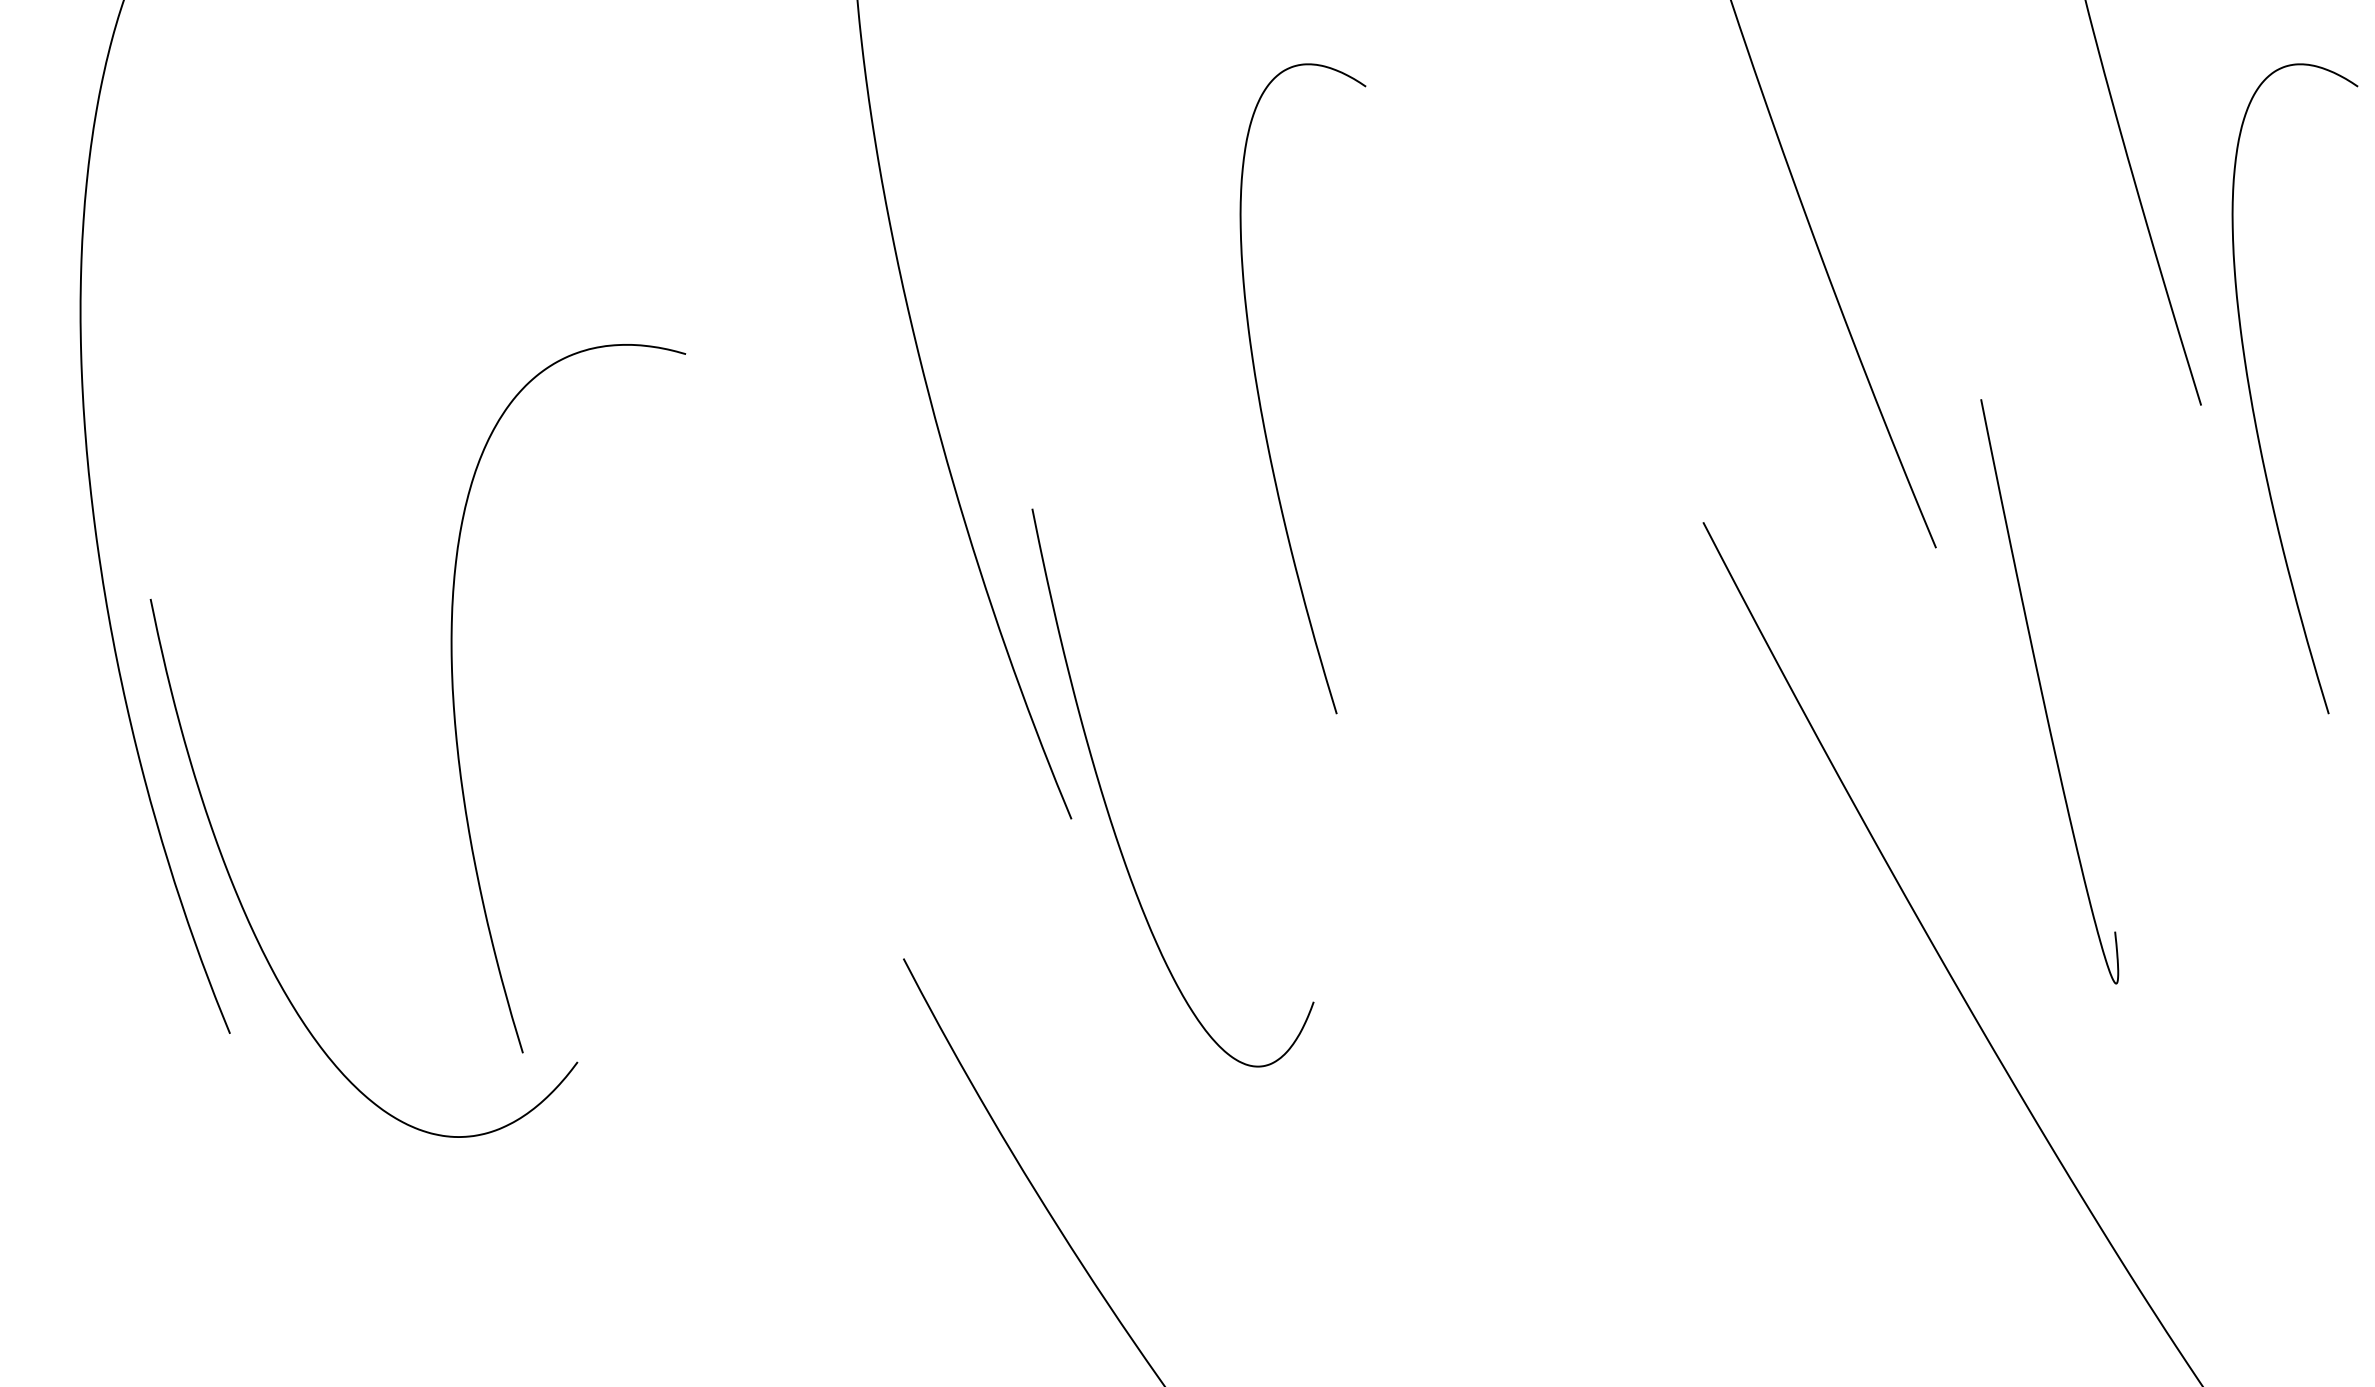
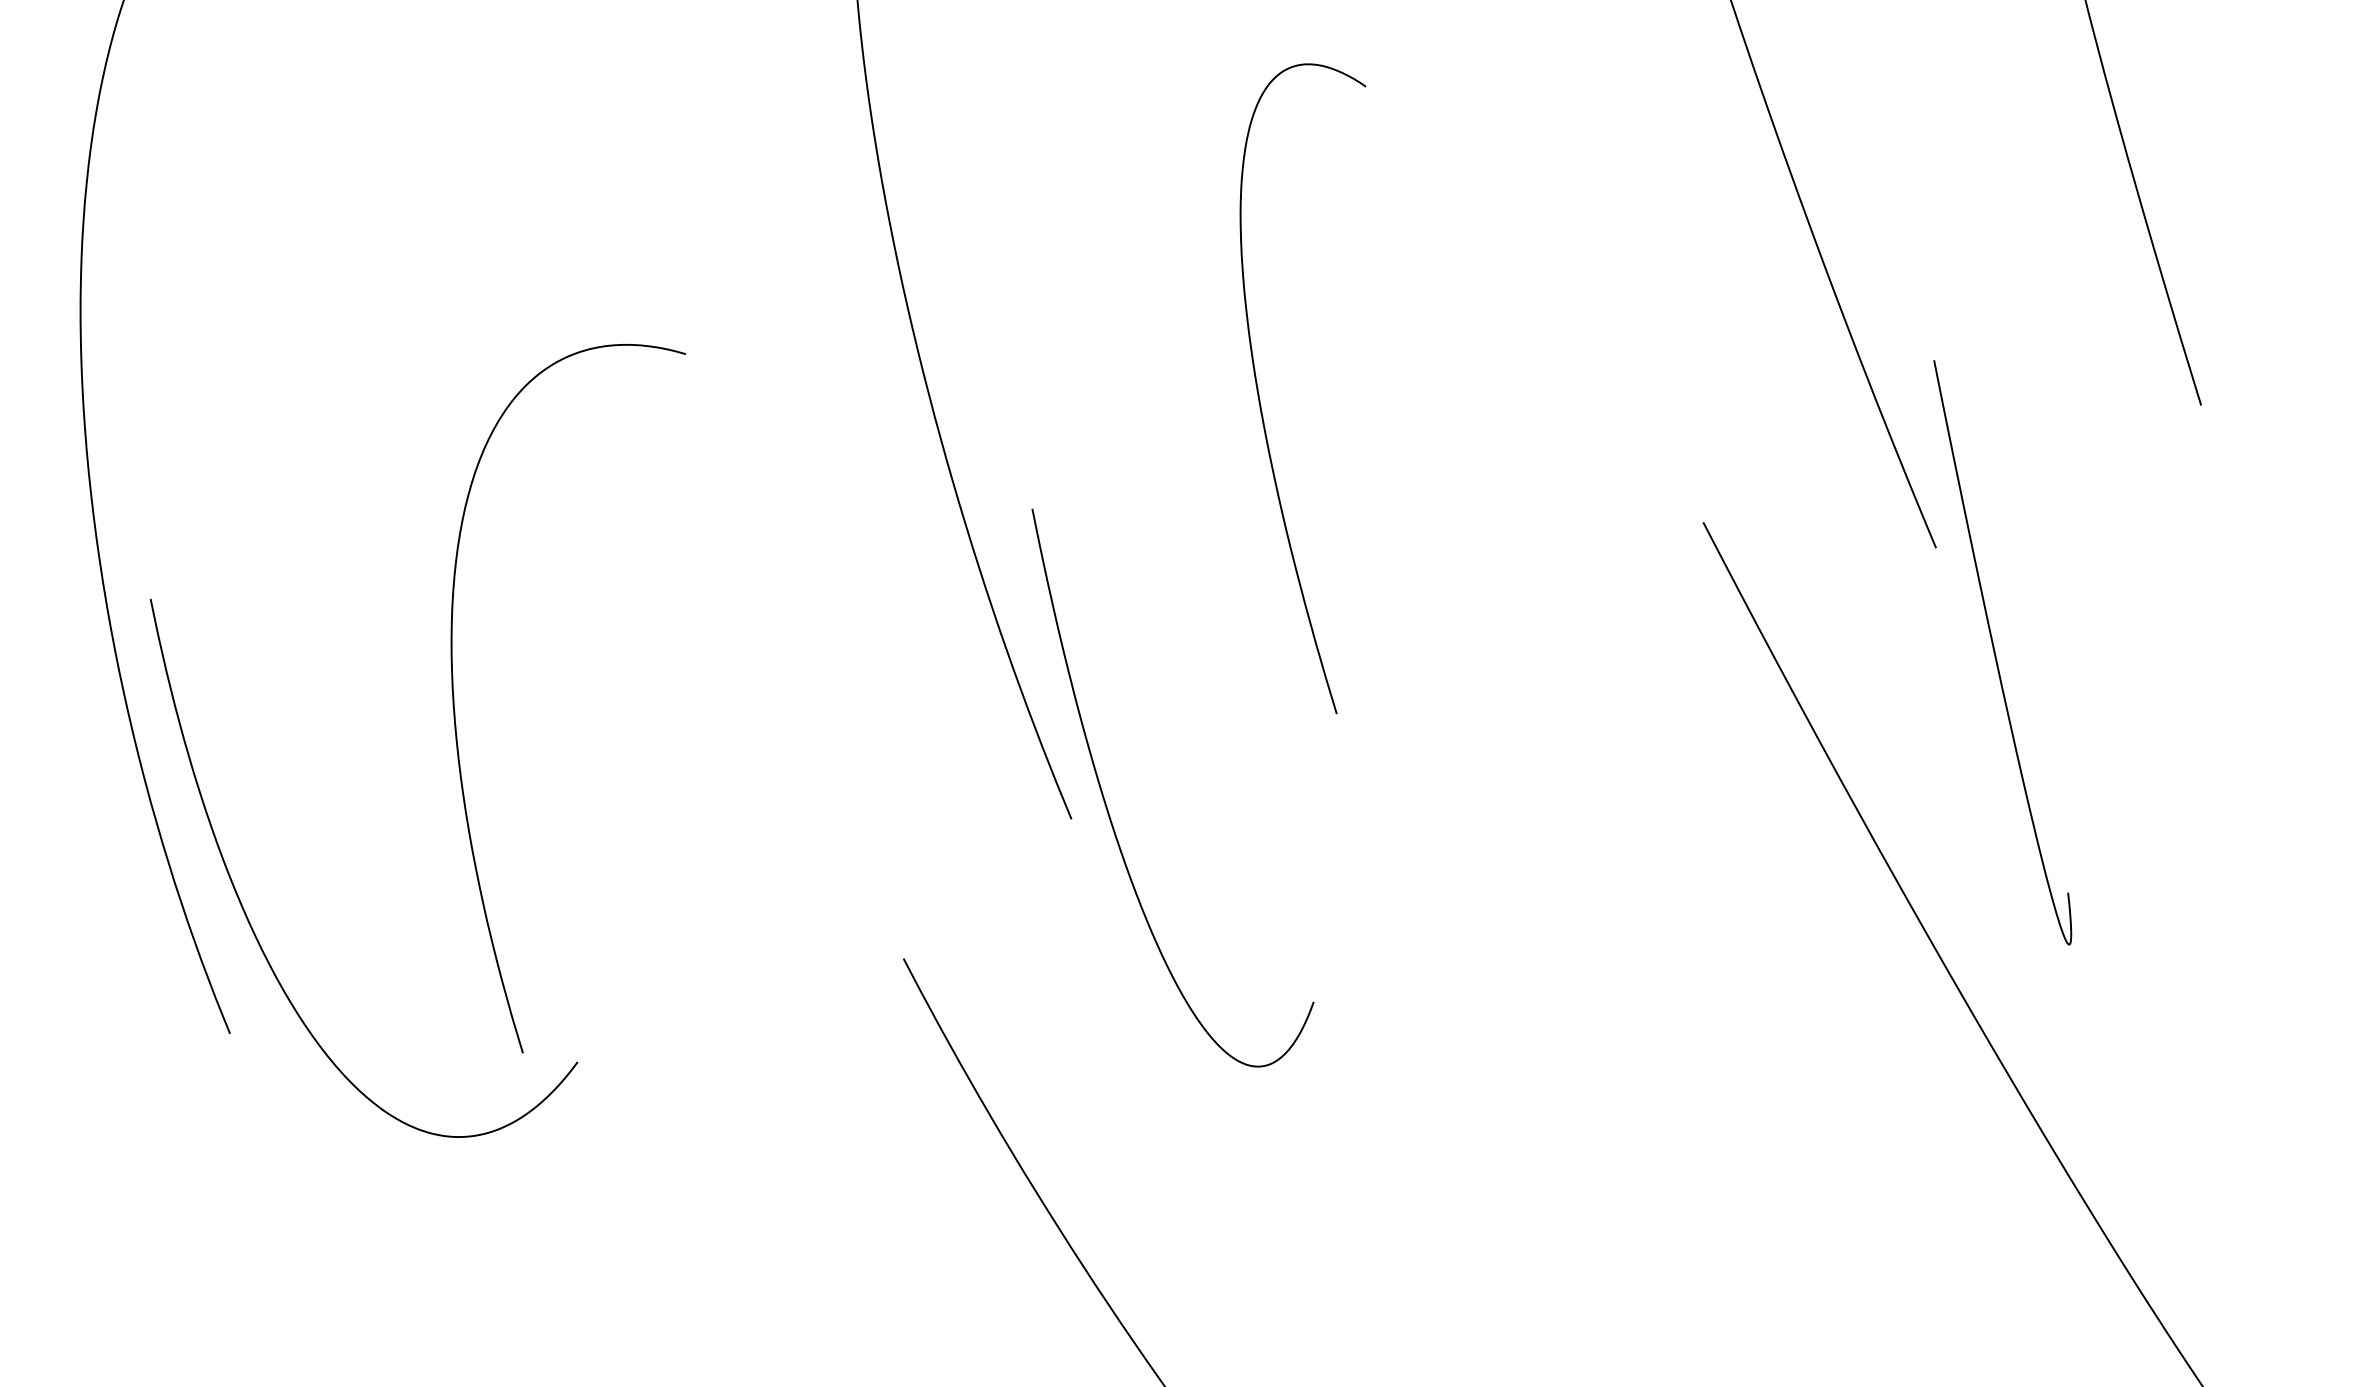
curve at (2251, 393): present -> none
curve at (2043, 694) position: (2043, 694) -> (1996, 655)
